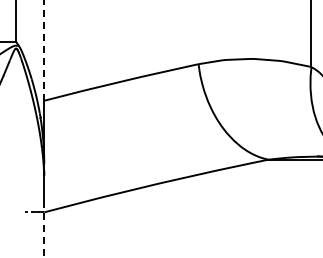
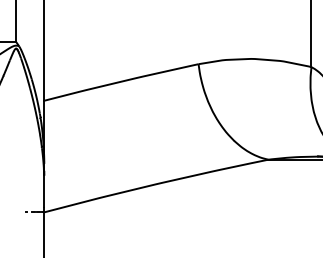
line at (44, 50): dashed -> solid
line at (44, 232): dashed -> solid
